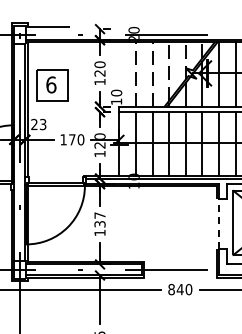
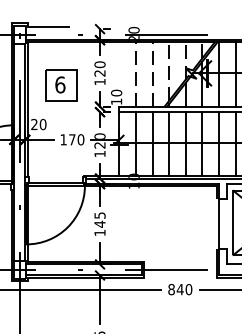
part at (52, 85) position: (52, 85) -> (61, 85)
text at (42, 124): 23 -> 20
text at (99, 219): 137 -> 145
line at (219, 224): dashed -> solid
